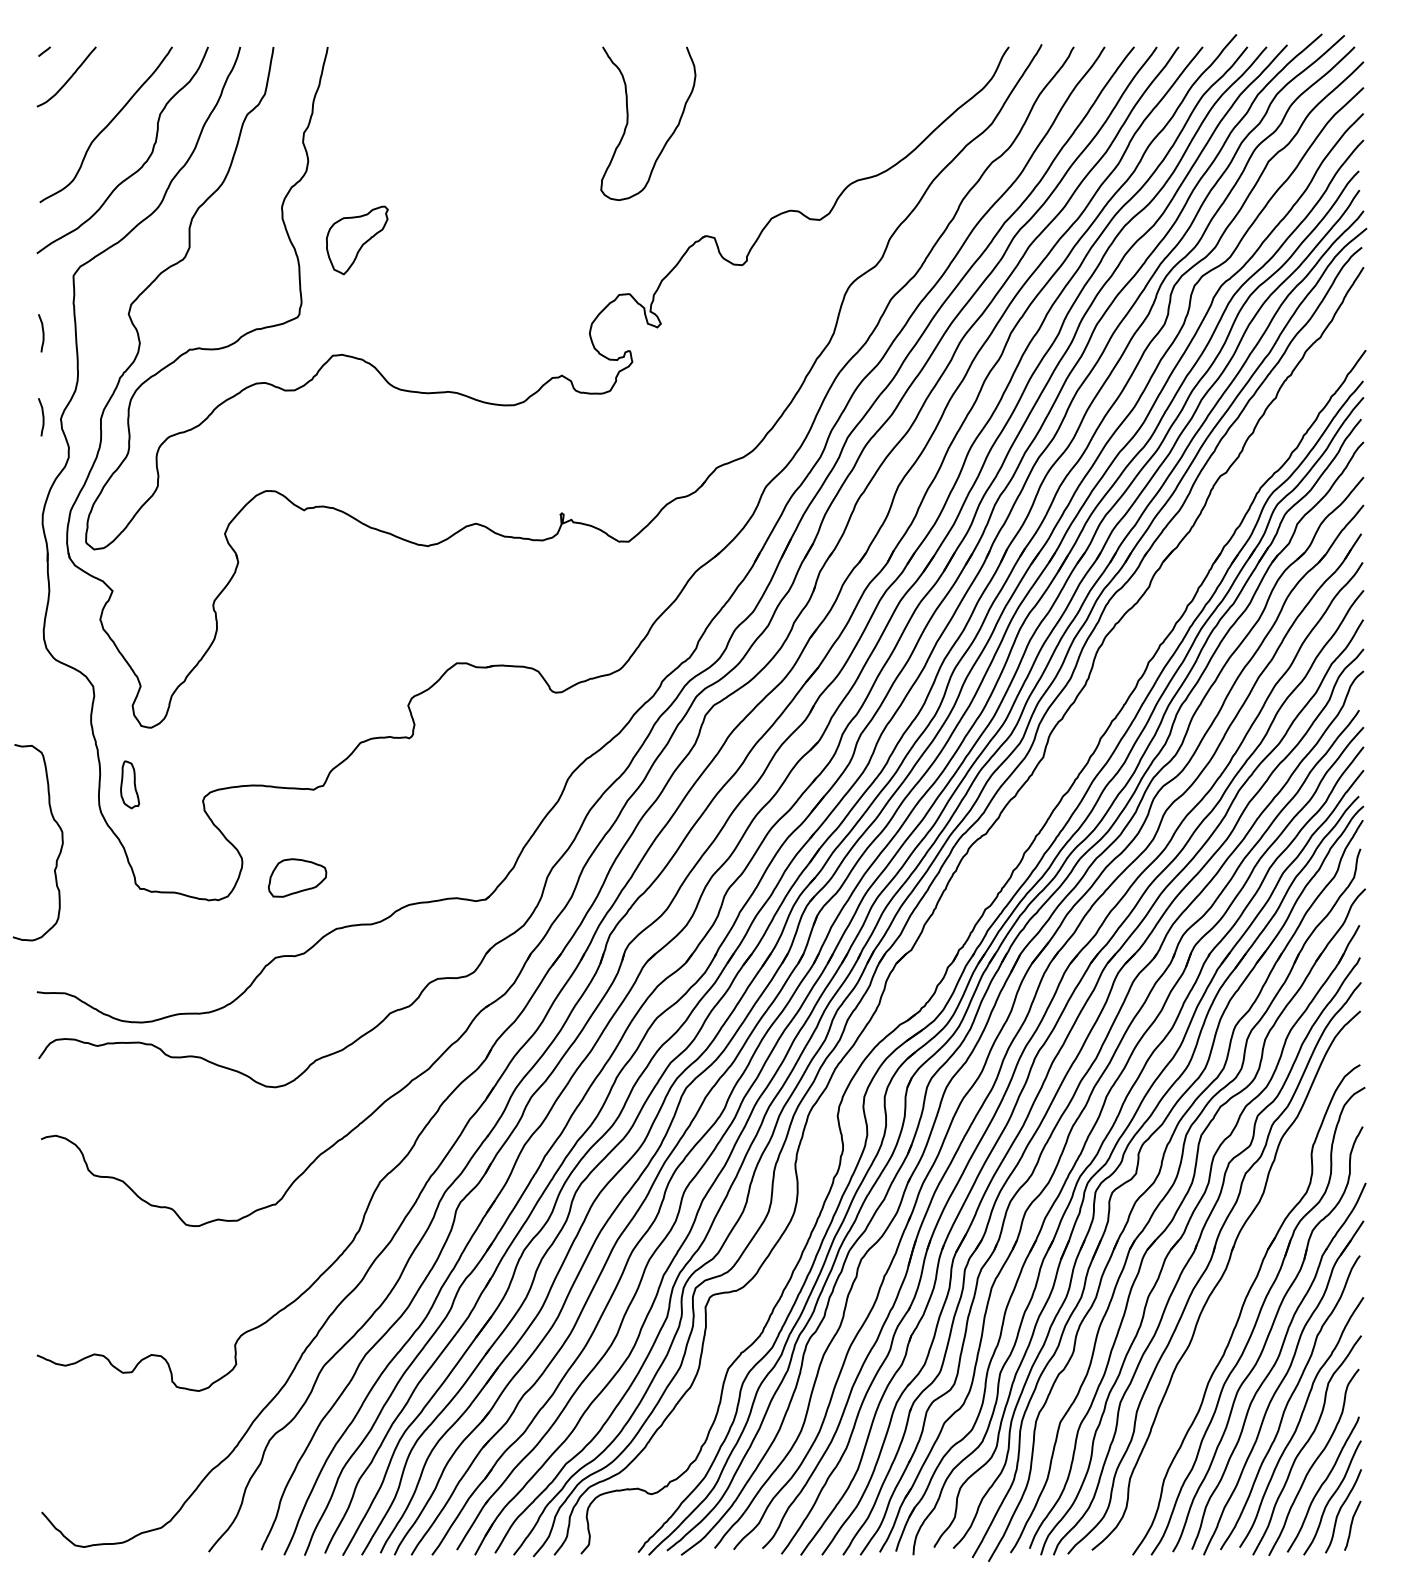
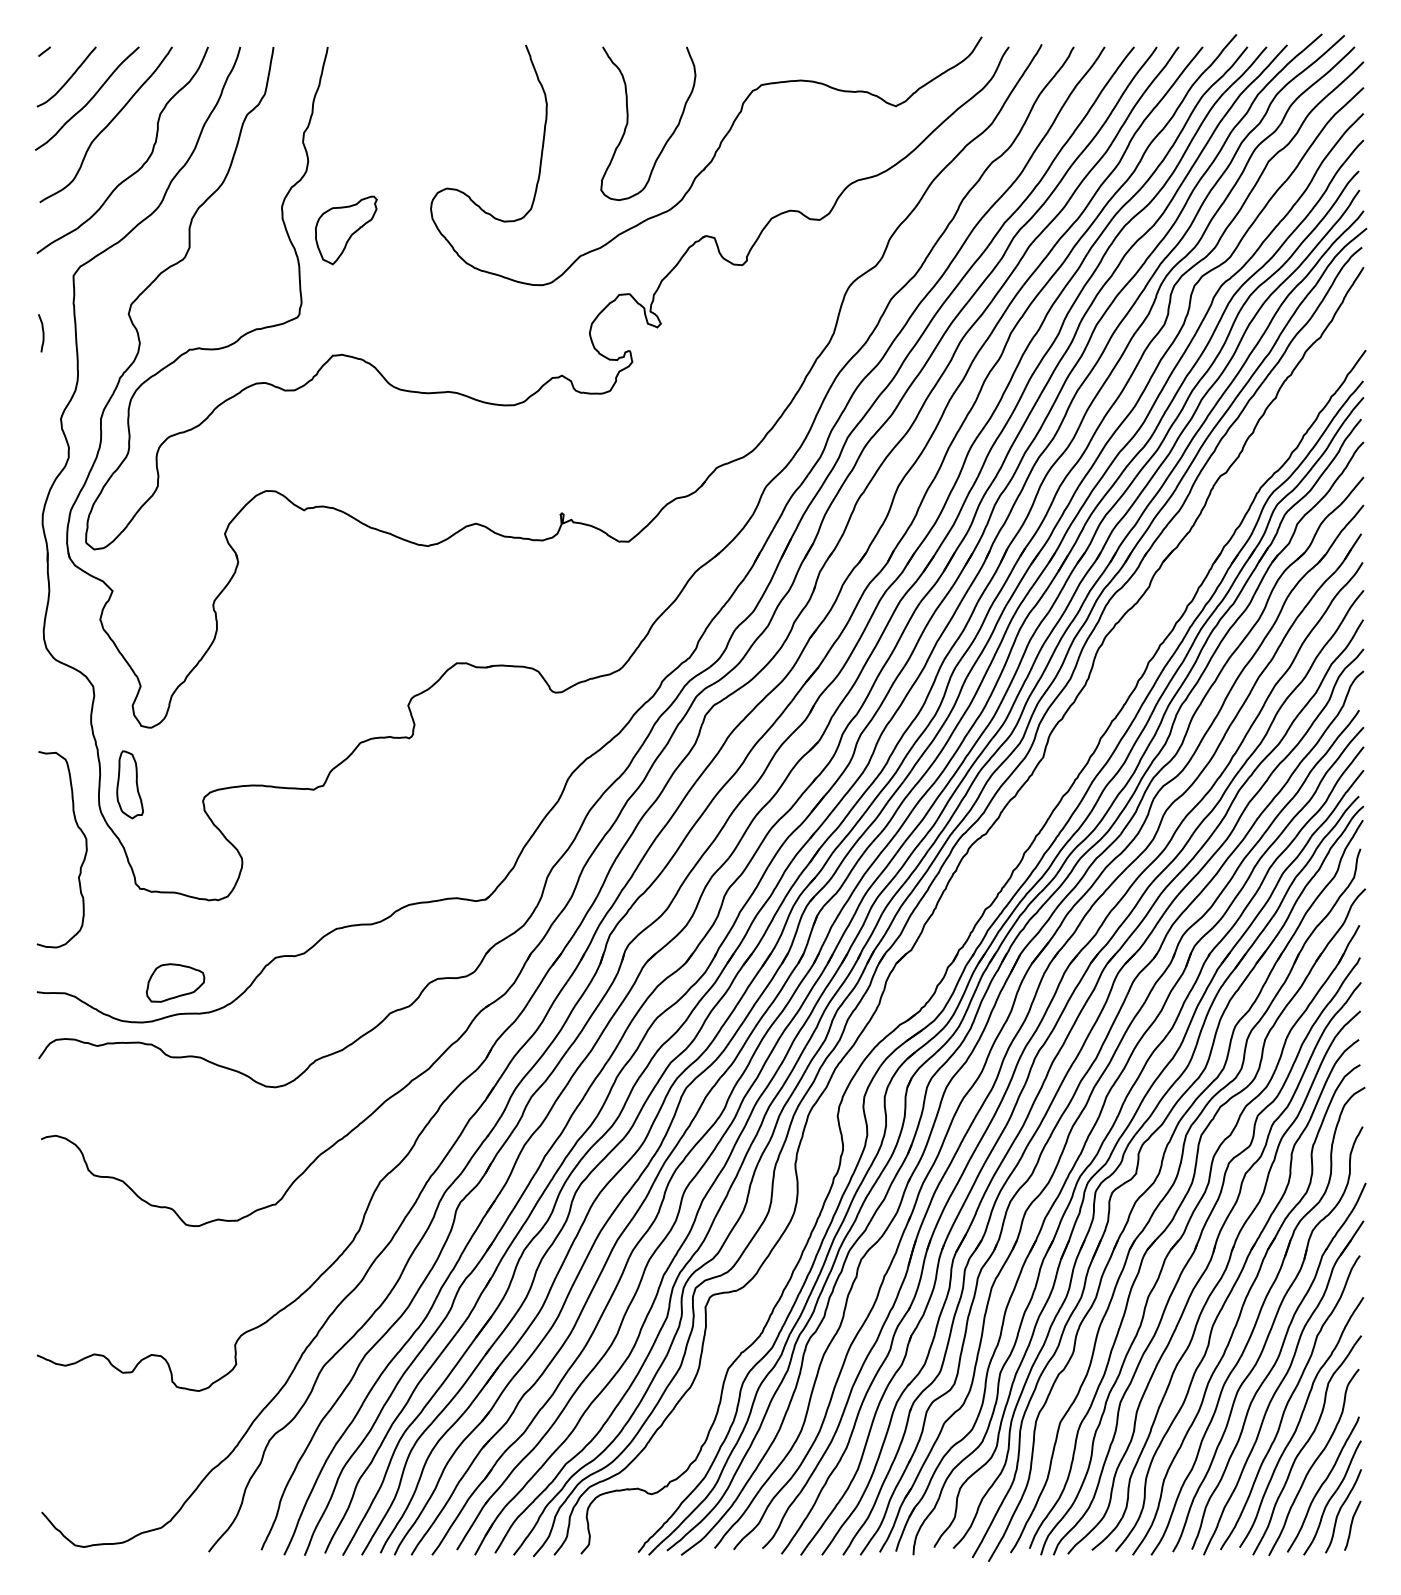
curve at (89, 99): none -> present
part at (706, 161): none -> present
part at (357, 240) position: (357, 240) -> (346, 230)
curve at (42, 417): present -> none
part at (130, 784) size: 21x50 px -> 28x70 px
curve at (60, 847) position: (60, 847) -> (84, 854)
part at (297, 877) position: (297, 877) -> (175, 982)
part at (1231, 1292): none -> present
